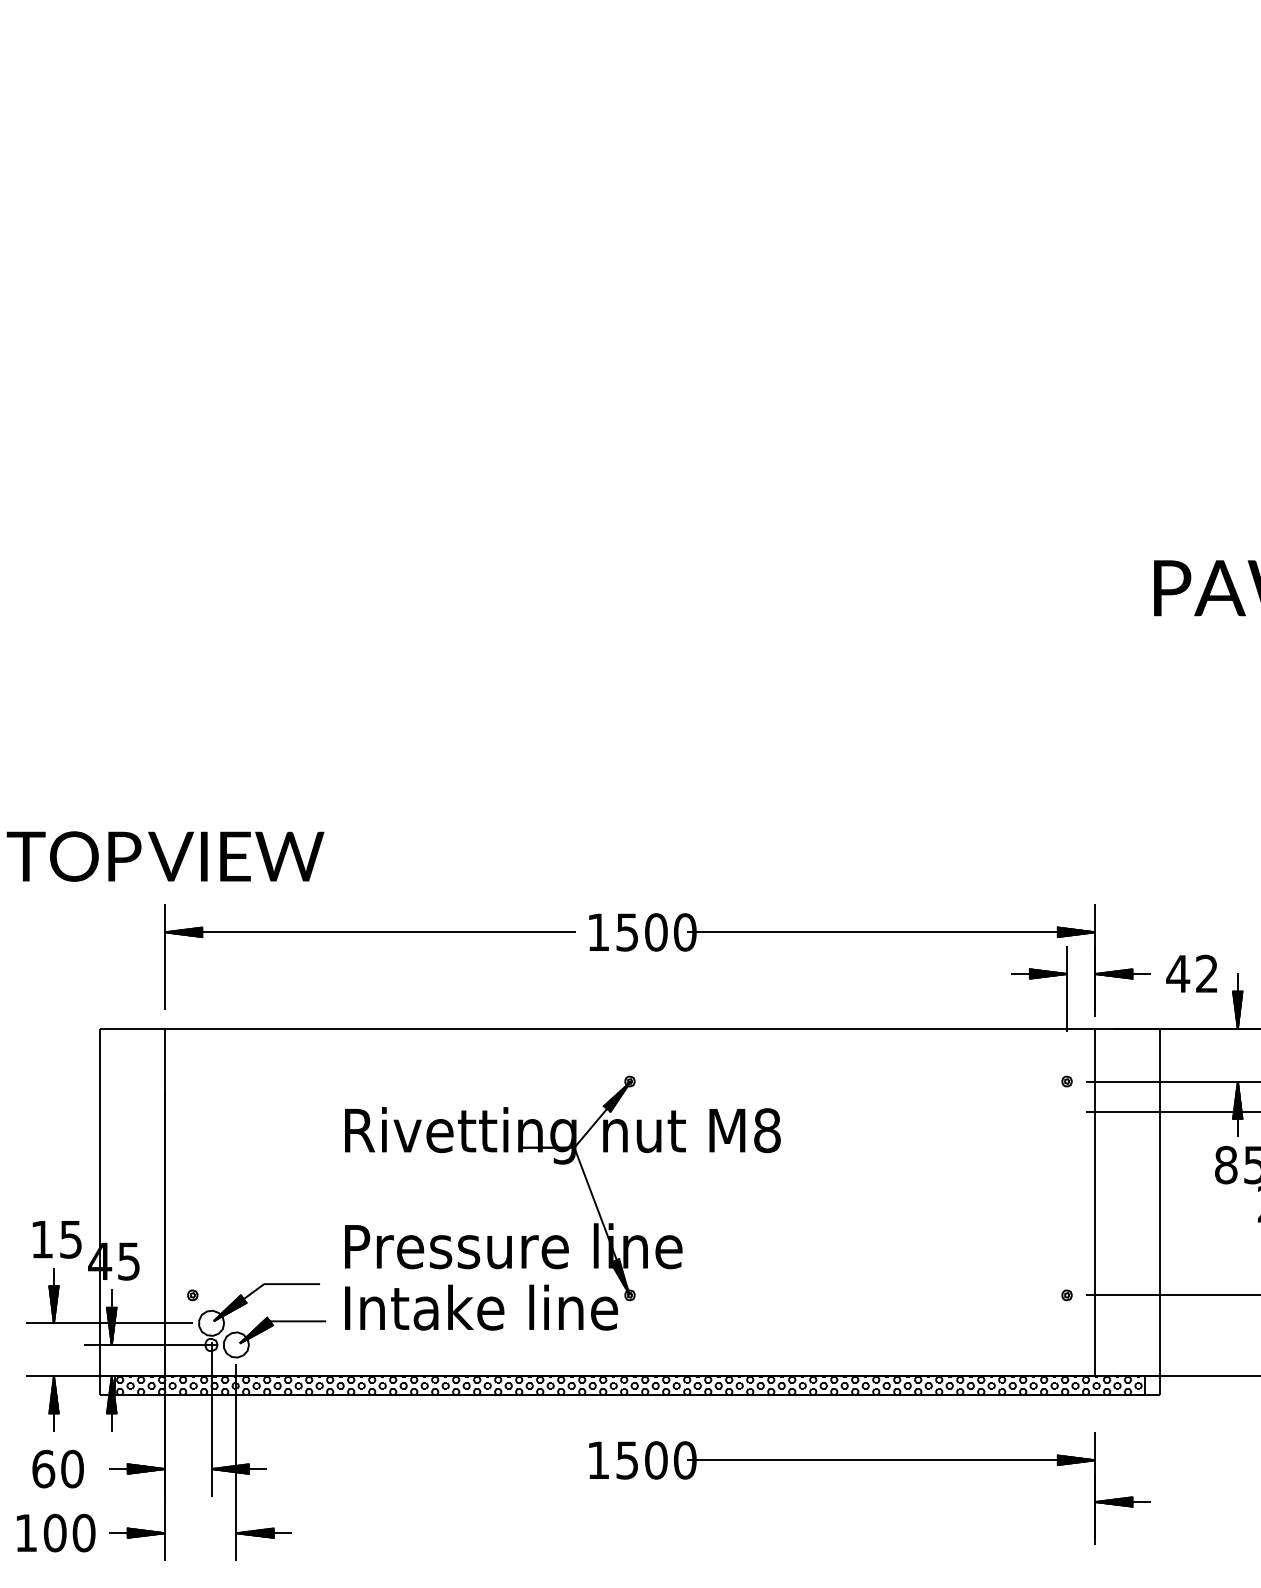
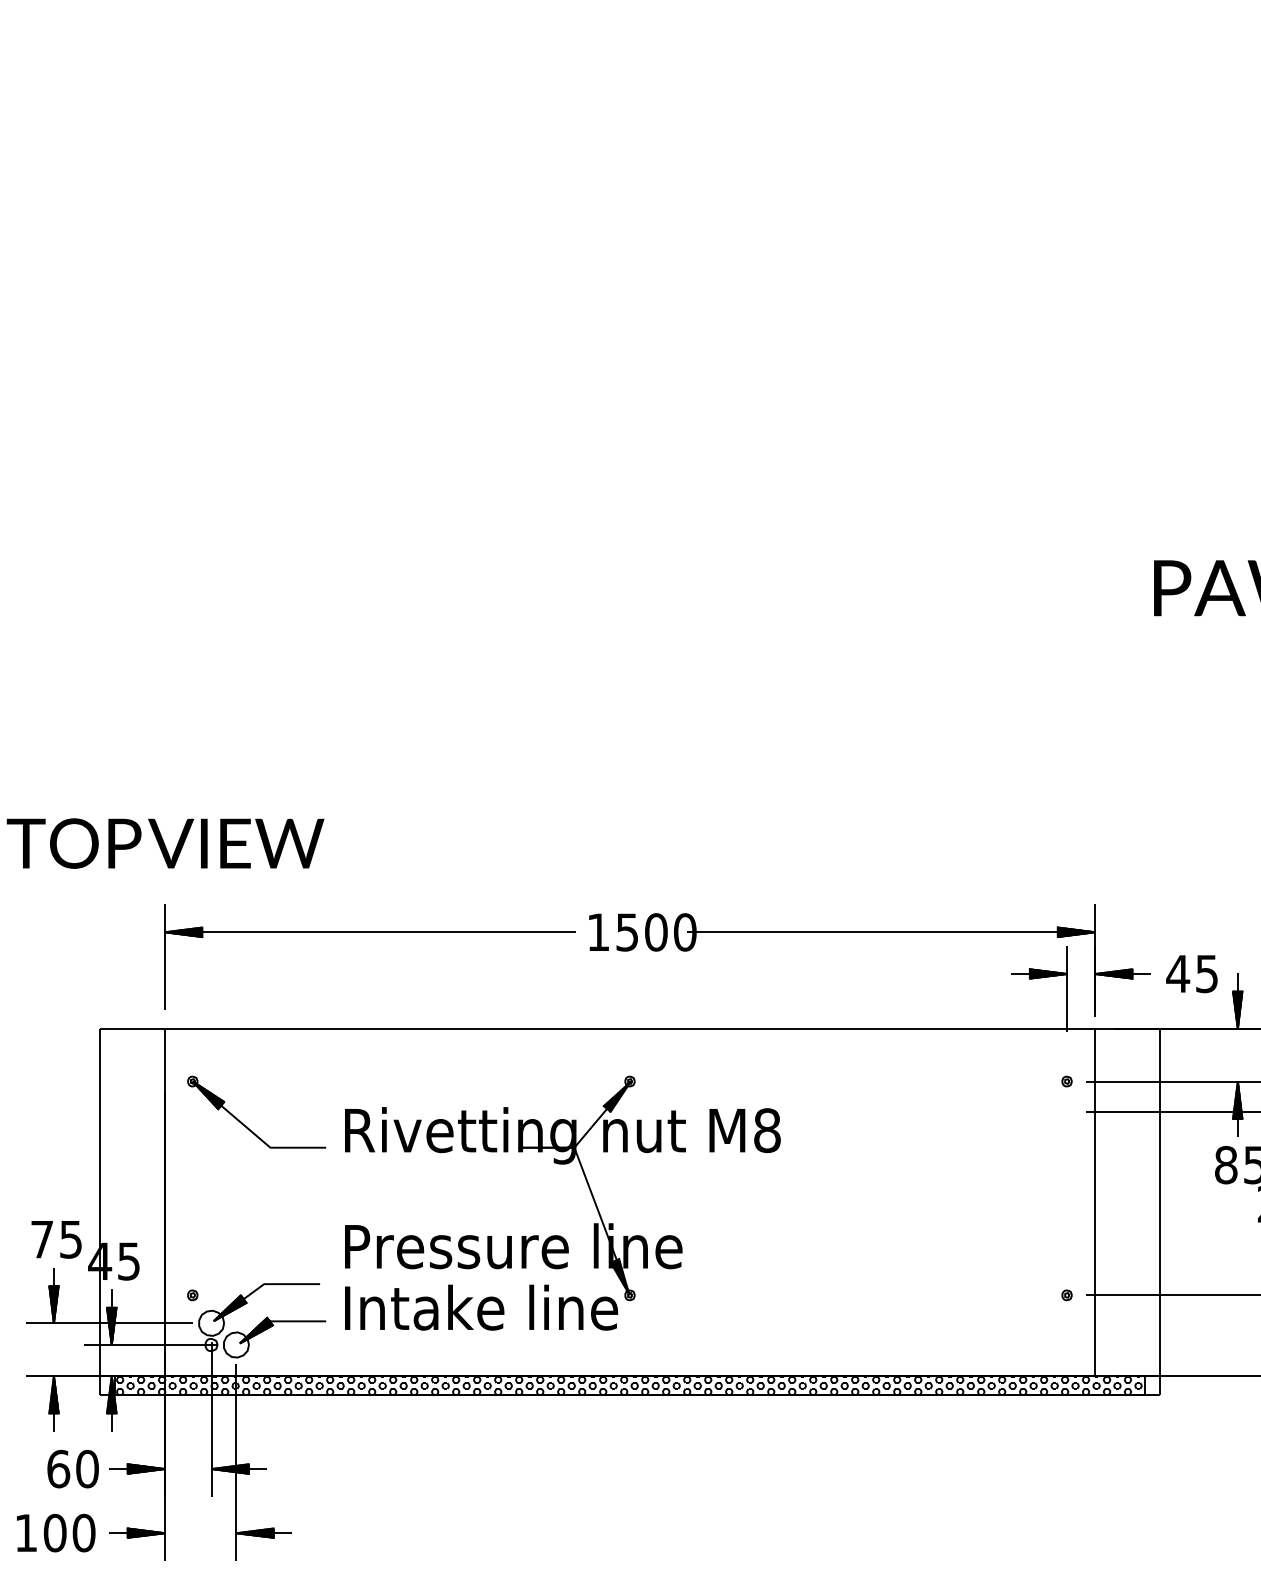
text at (165, 856) position: (165, 856) -> (165, 843)
text at (1206, 973): 42 -> 45
part at (247, 1126): none -> present
text at (41, 1239): 15 -> 75
part at (869, 1460): present -> none
text at (57, 1468) position: (57, 1468) -> (72, 1468)
